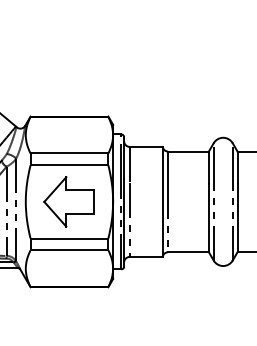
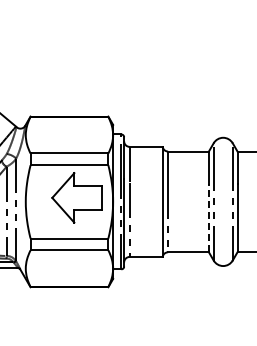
part at (68, 201) position: (68, 201) -> (76, 197)
line at (208, 218): solid -> dashed
